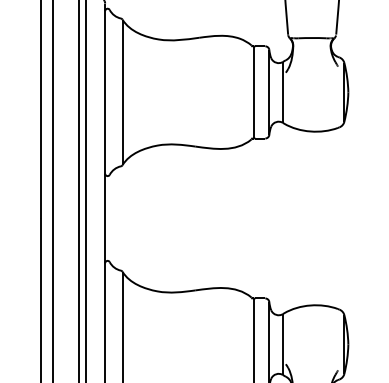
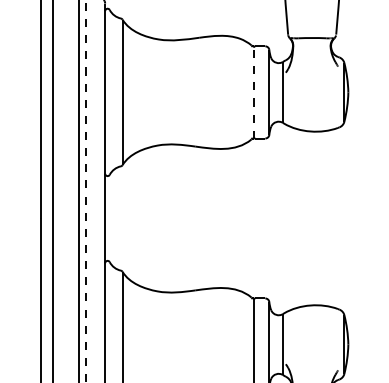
line at (253, 91): solid -> dashed
line at (85, 191): solid -> dashed
